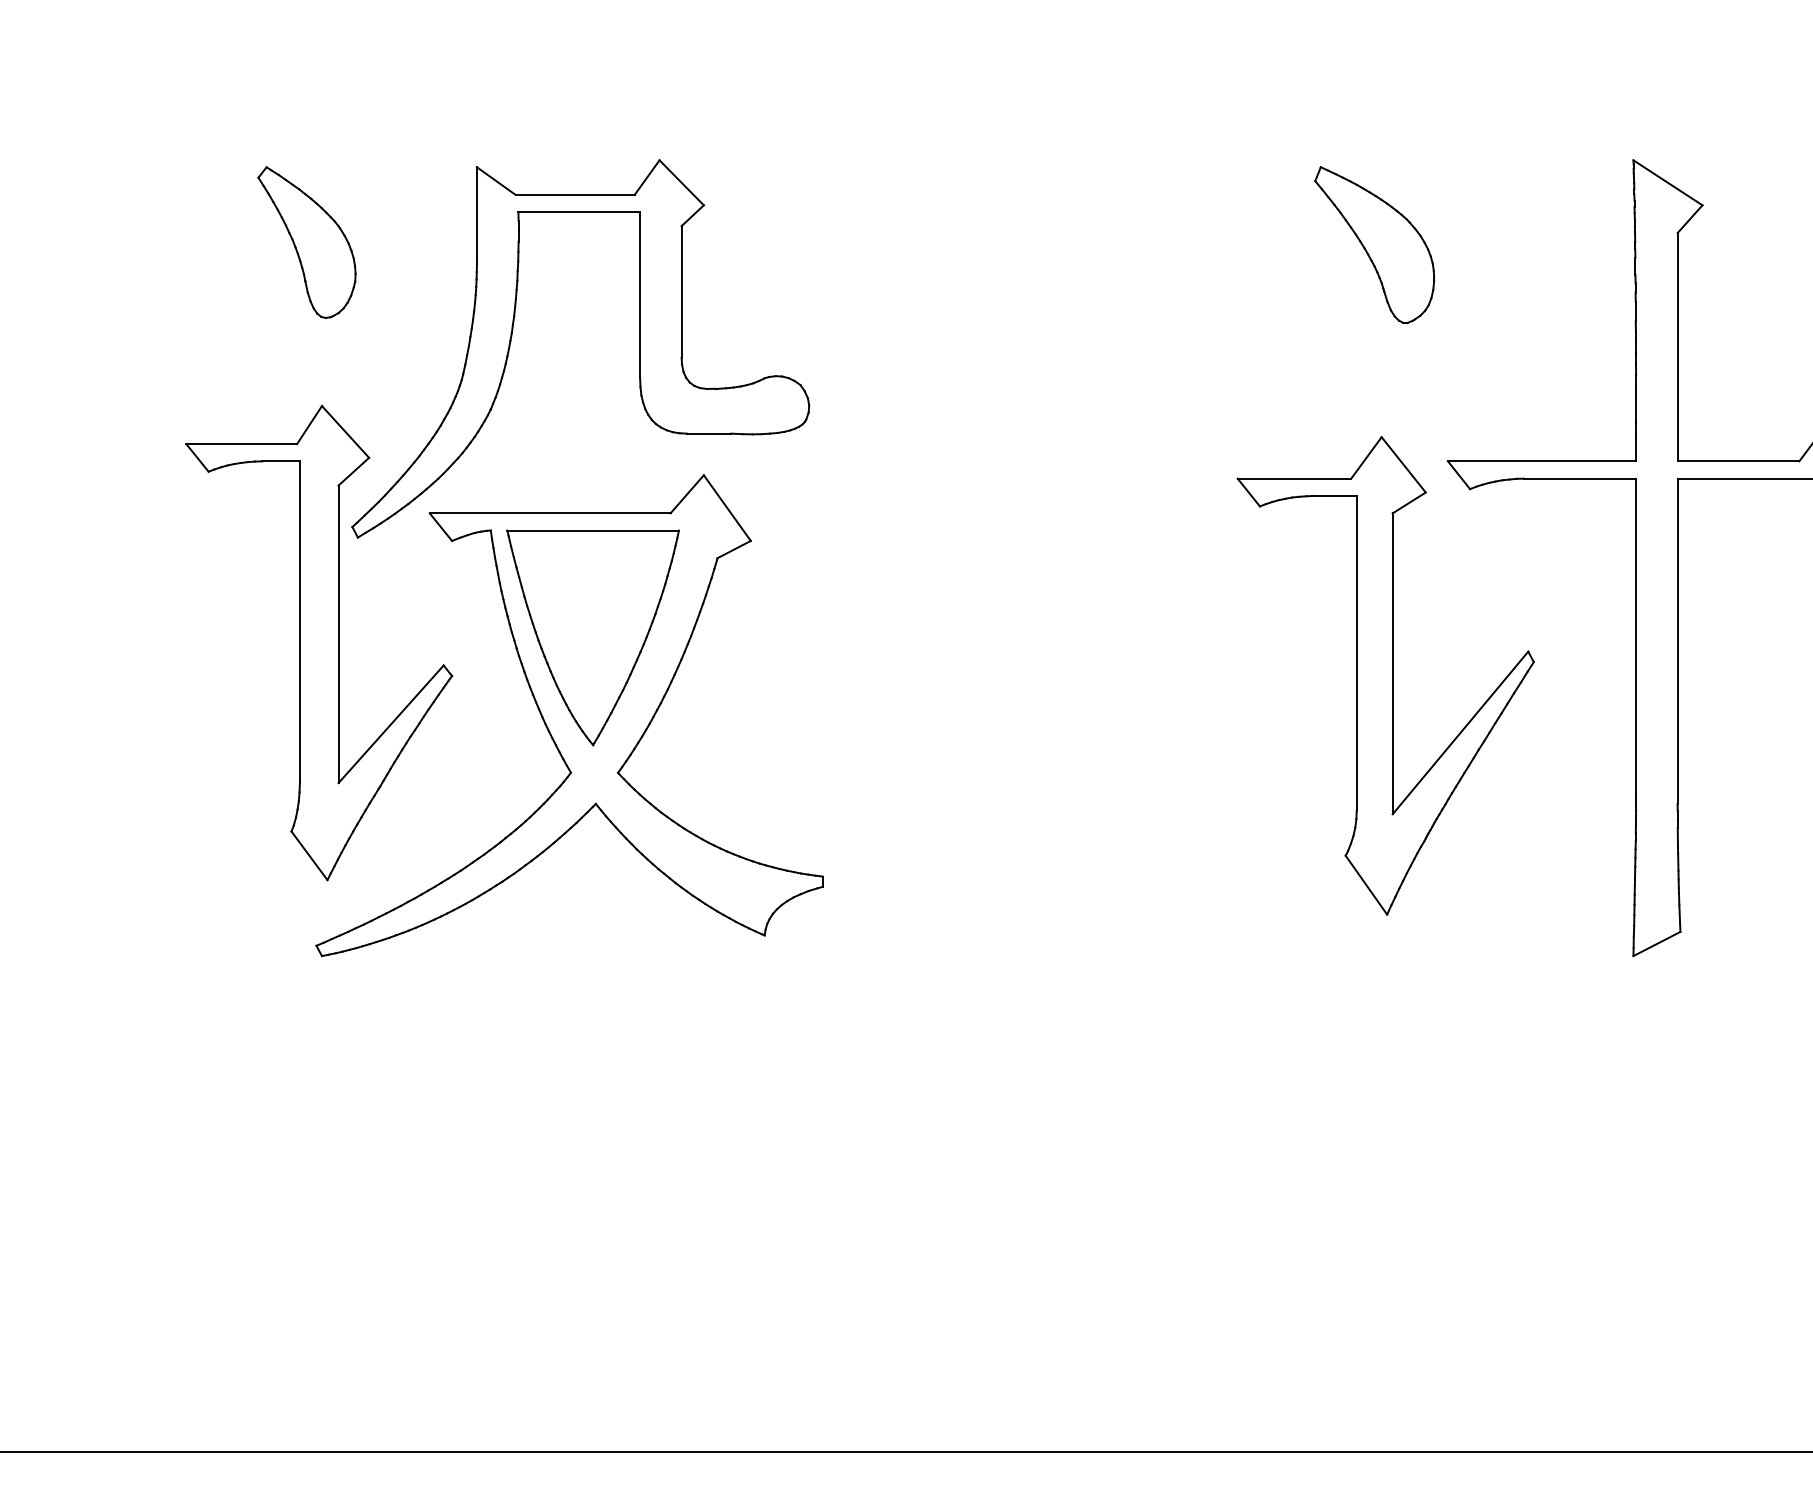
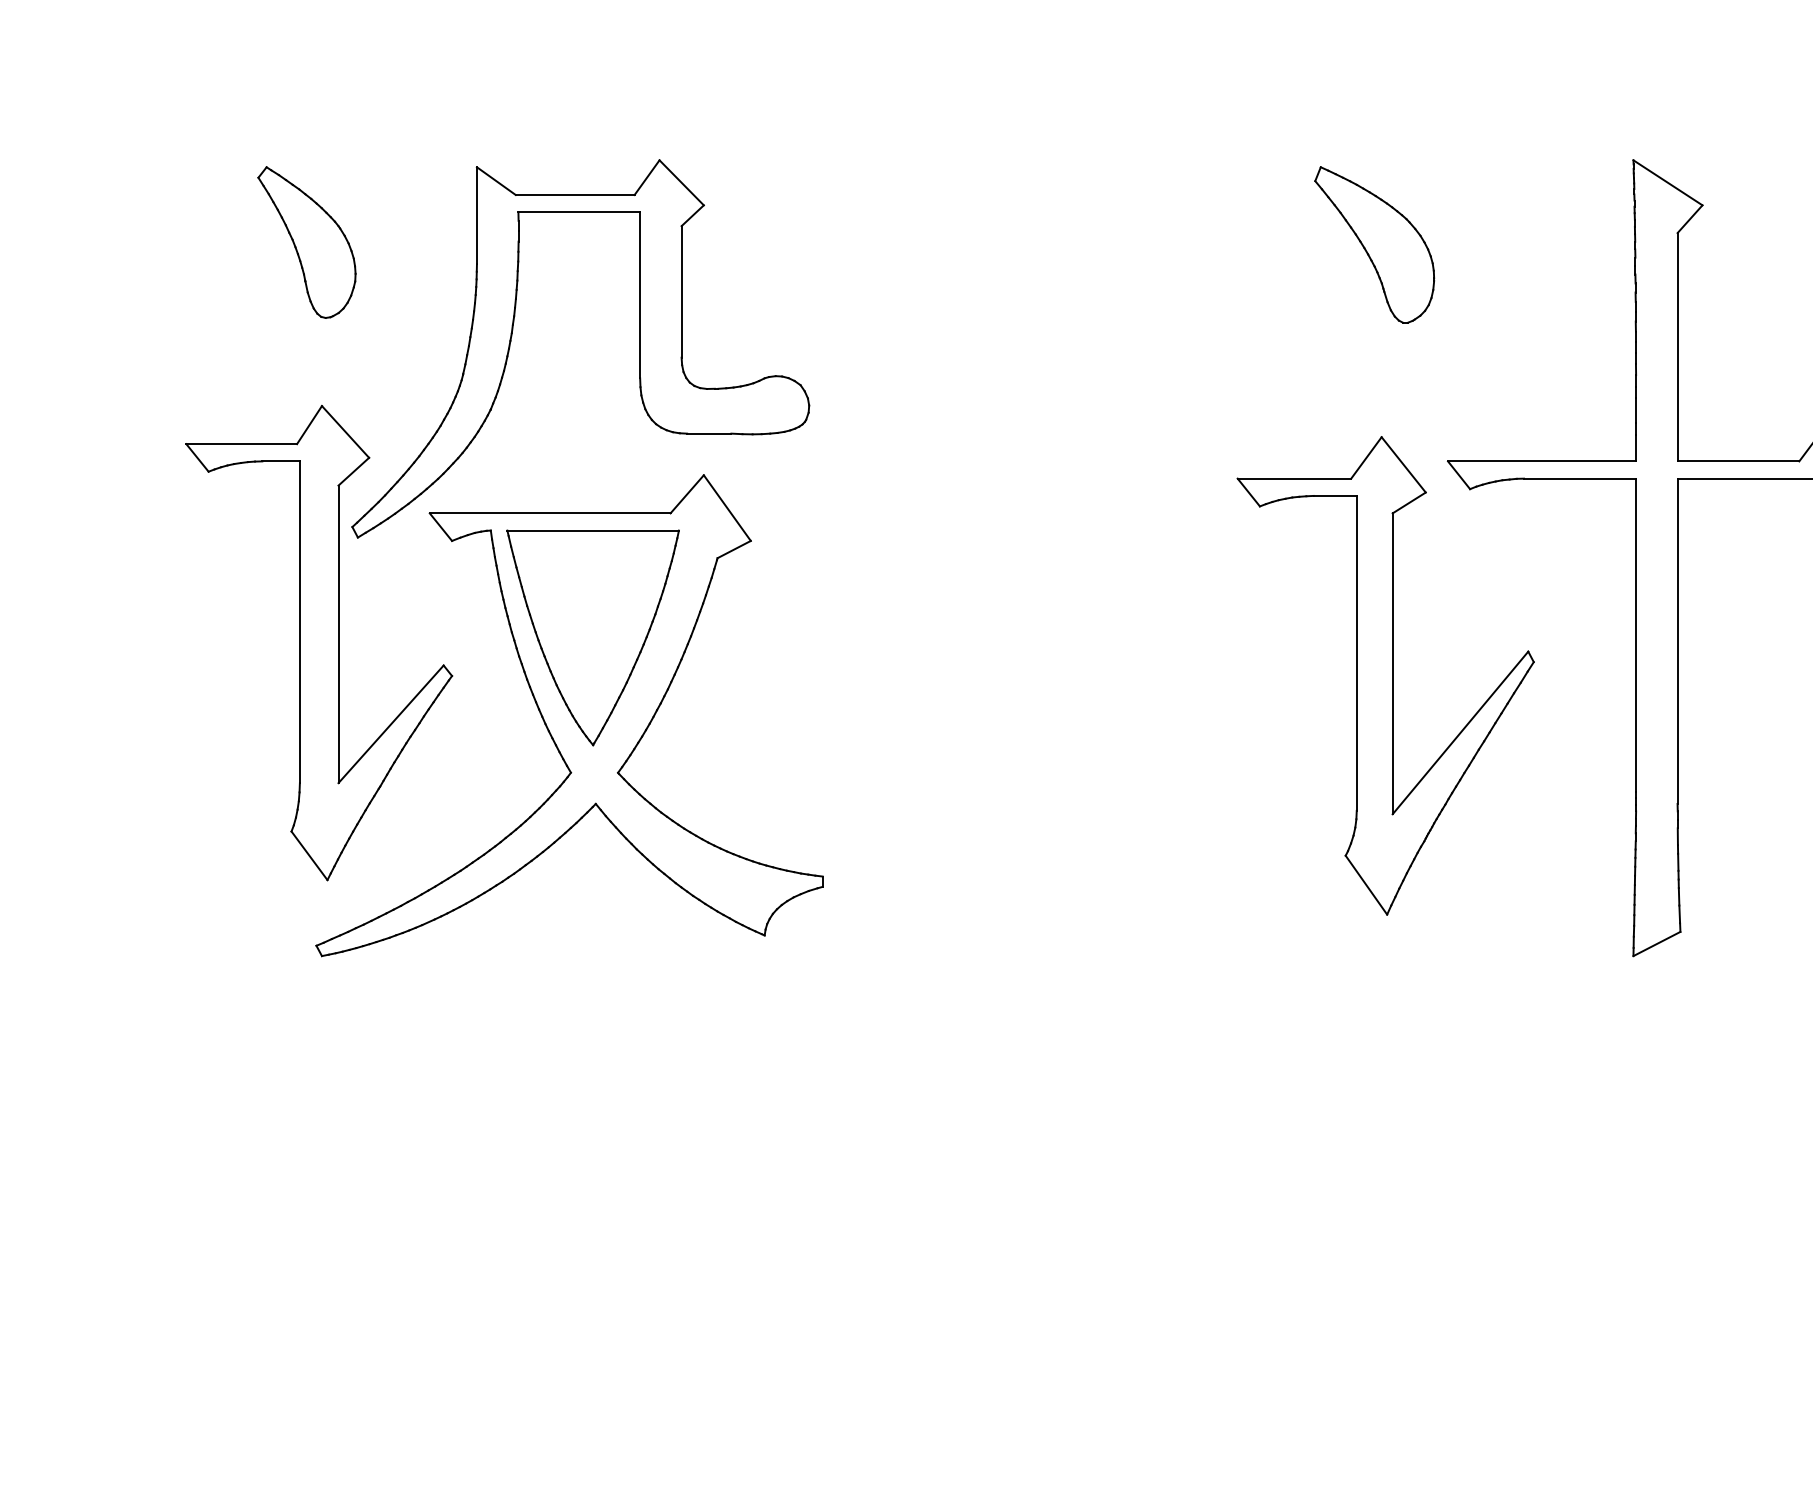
line at (905, 1452): present -> none
